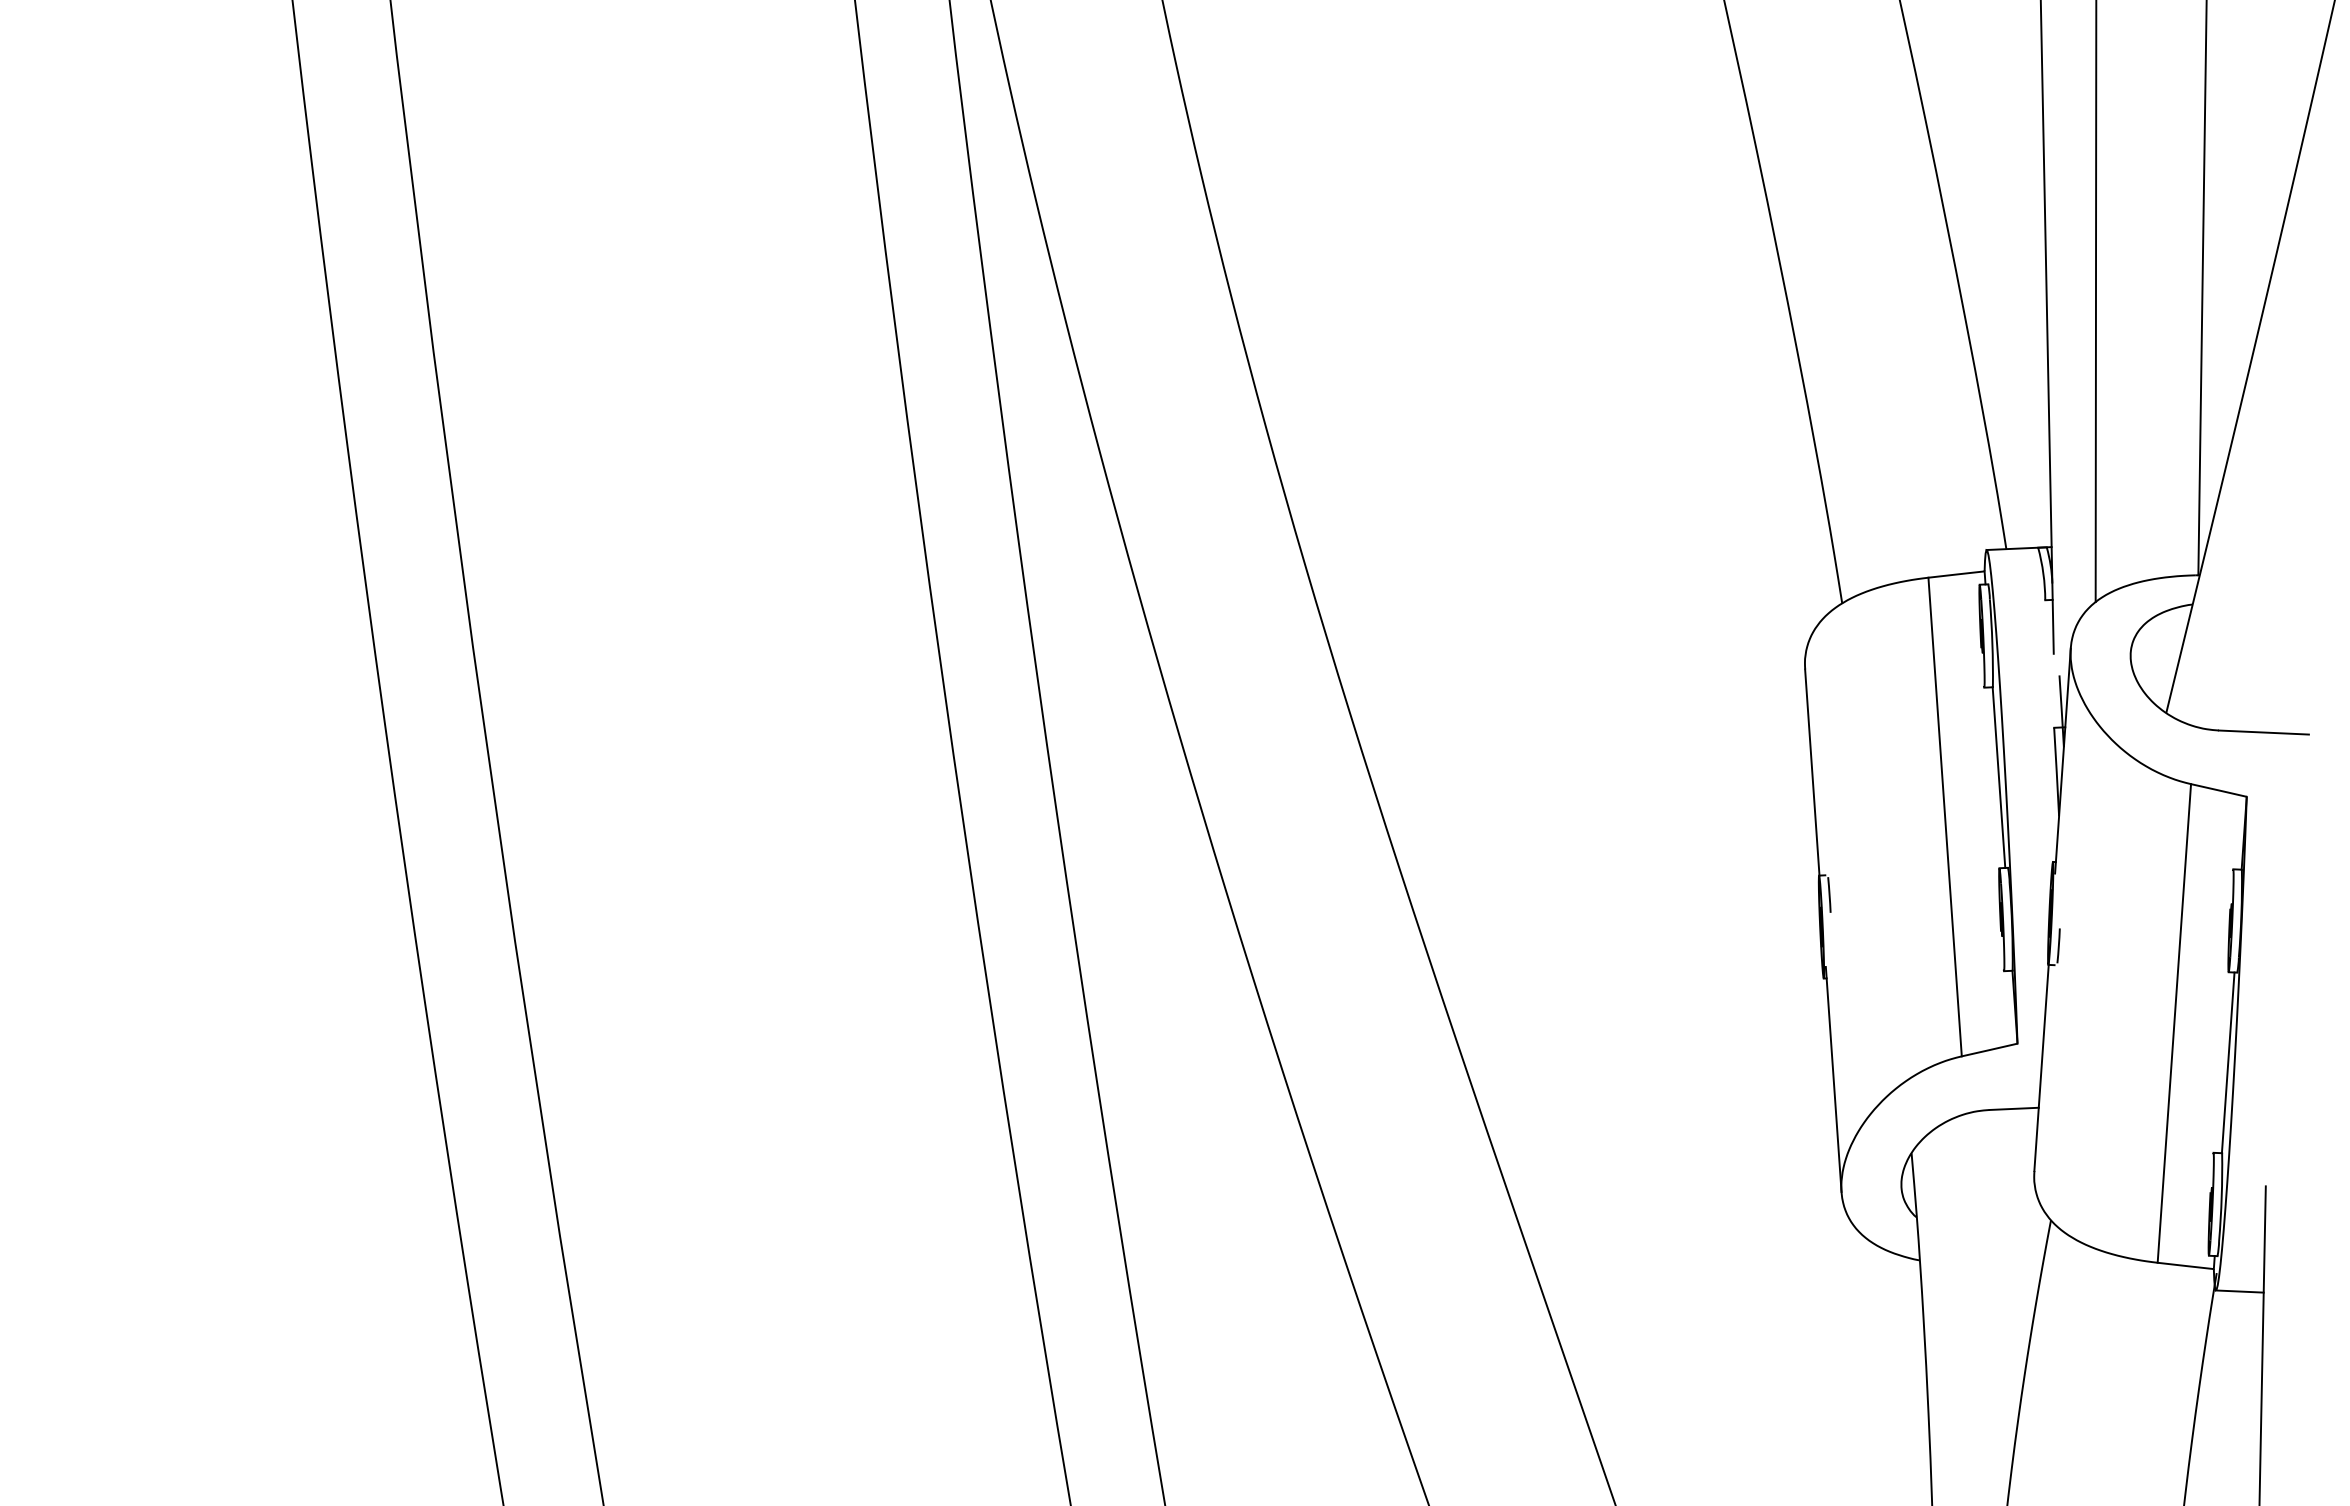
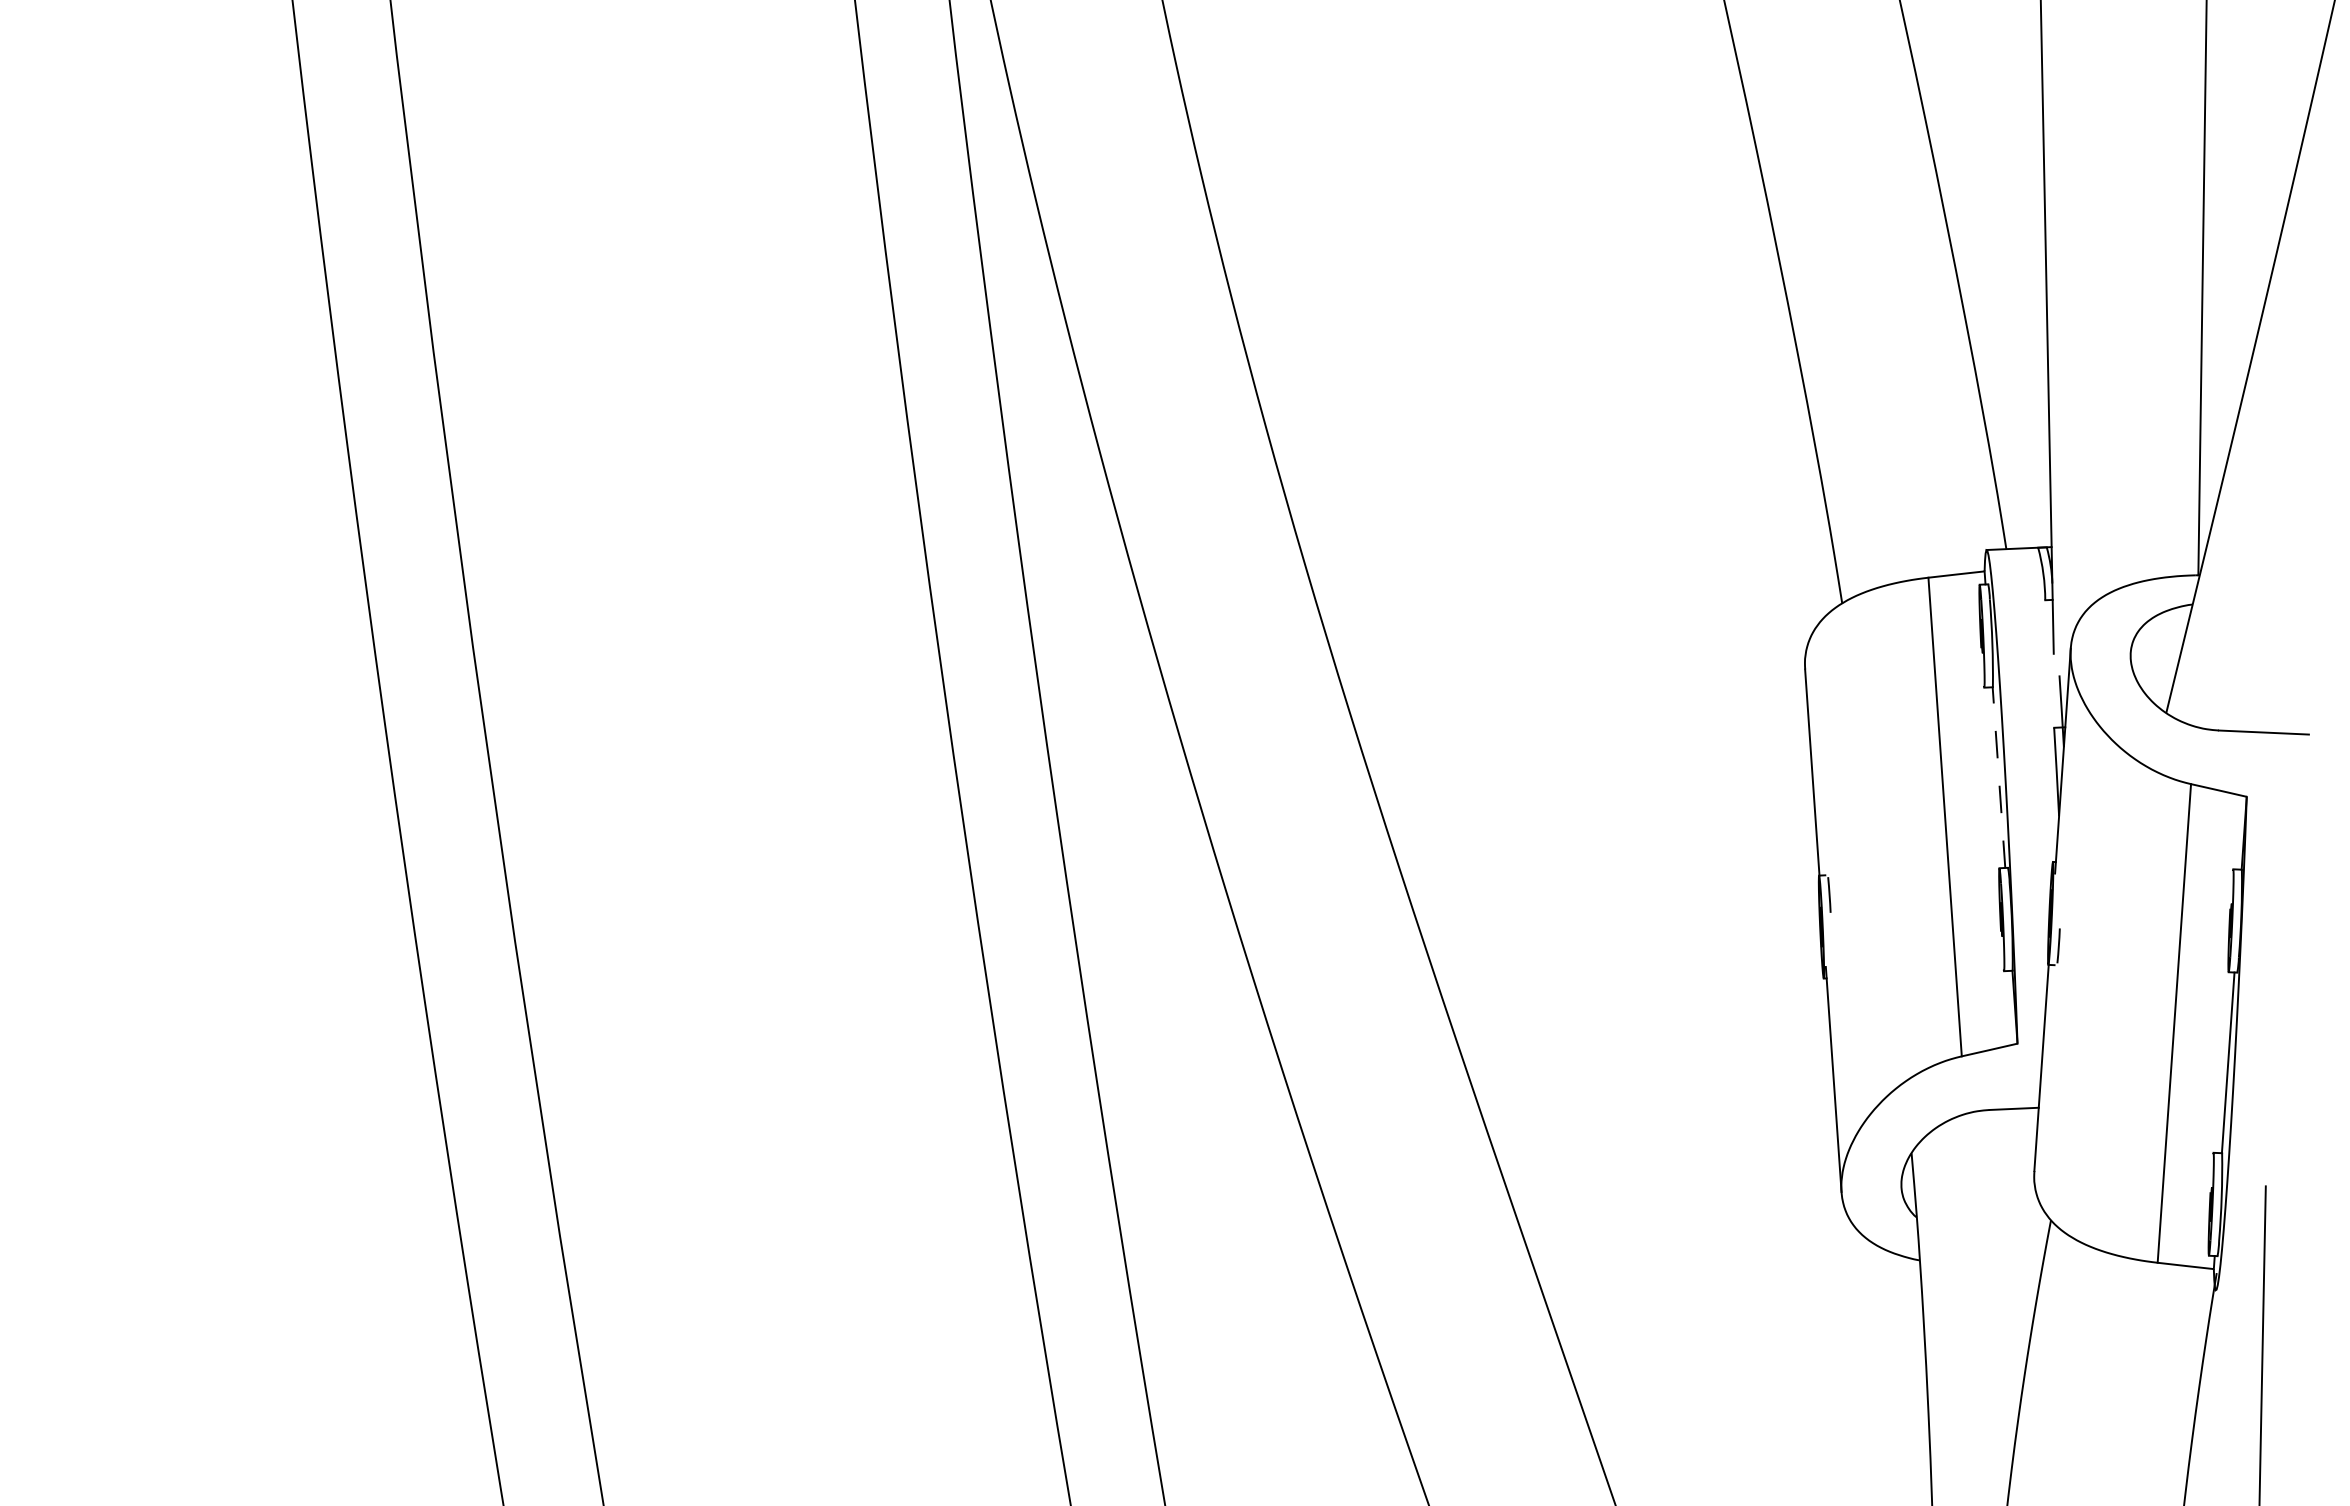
line at (2095, 302): present -> none
line at (1998, 777): solid -> dashed
line at (2239, 1291): present -> none
